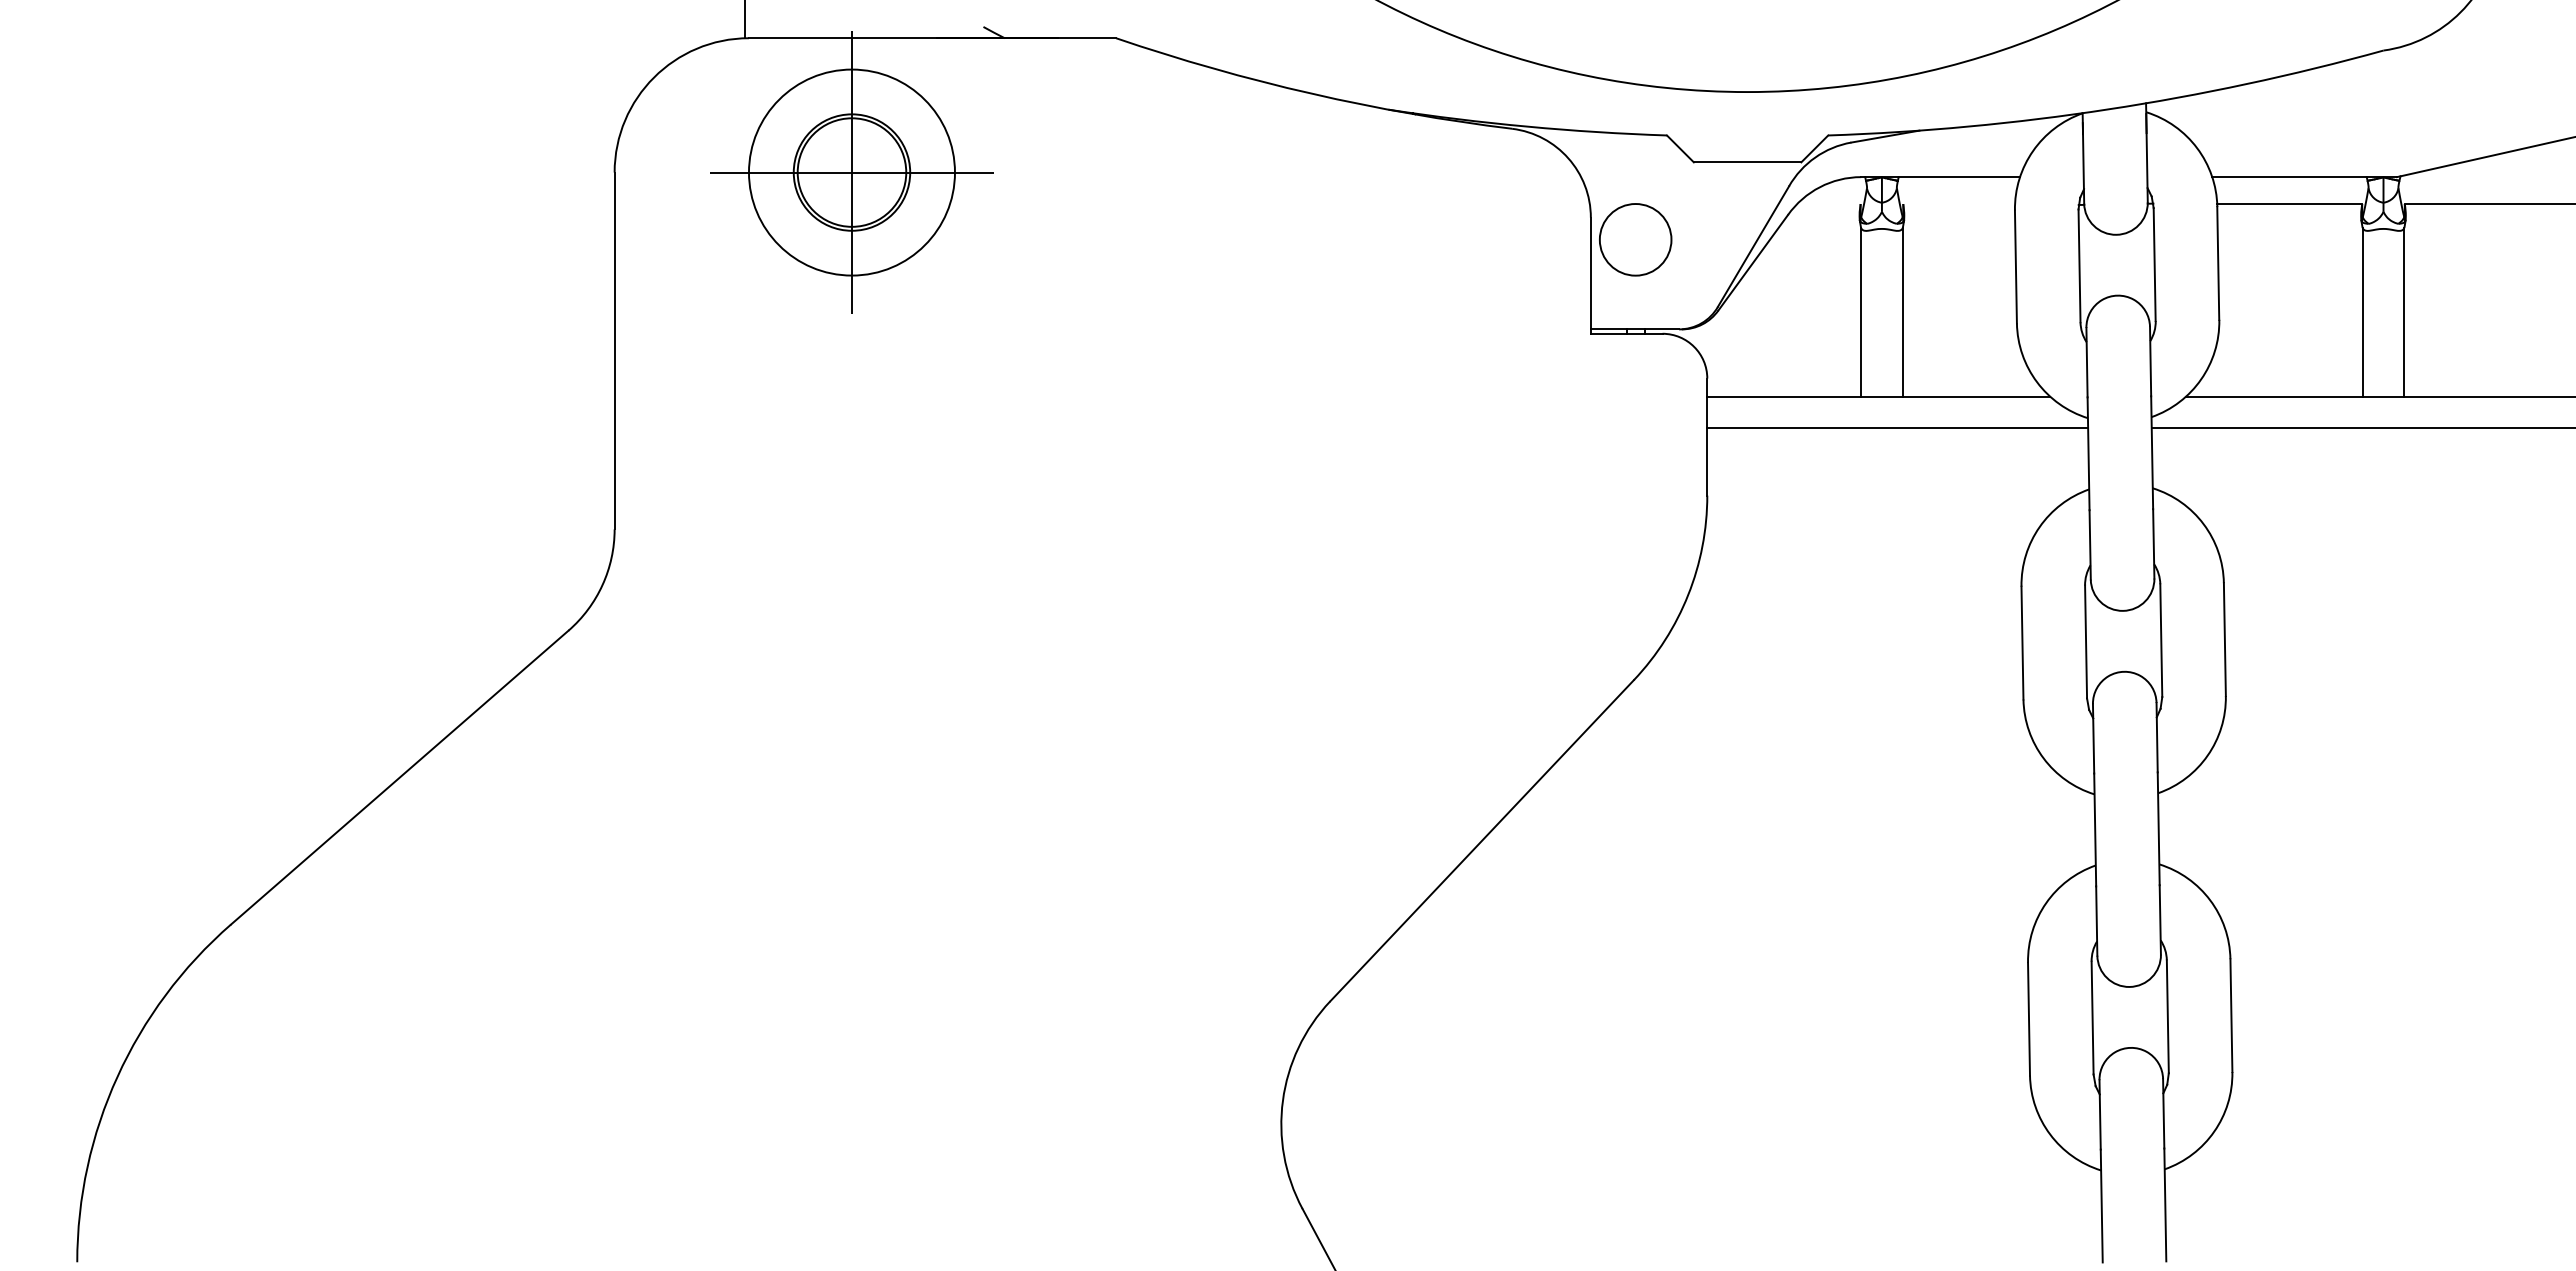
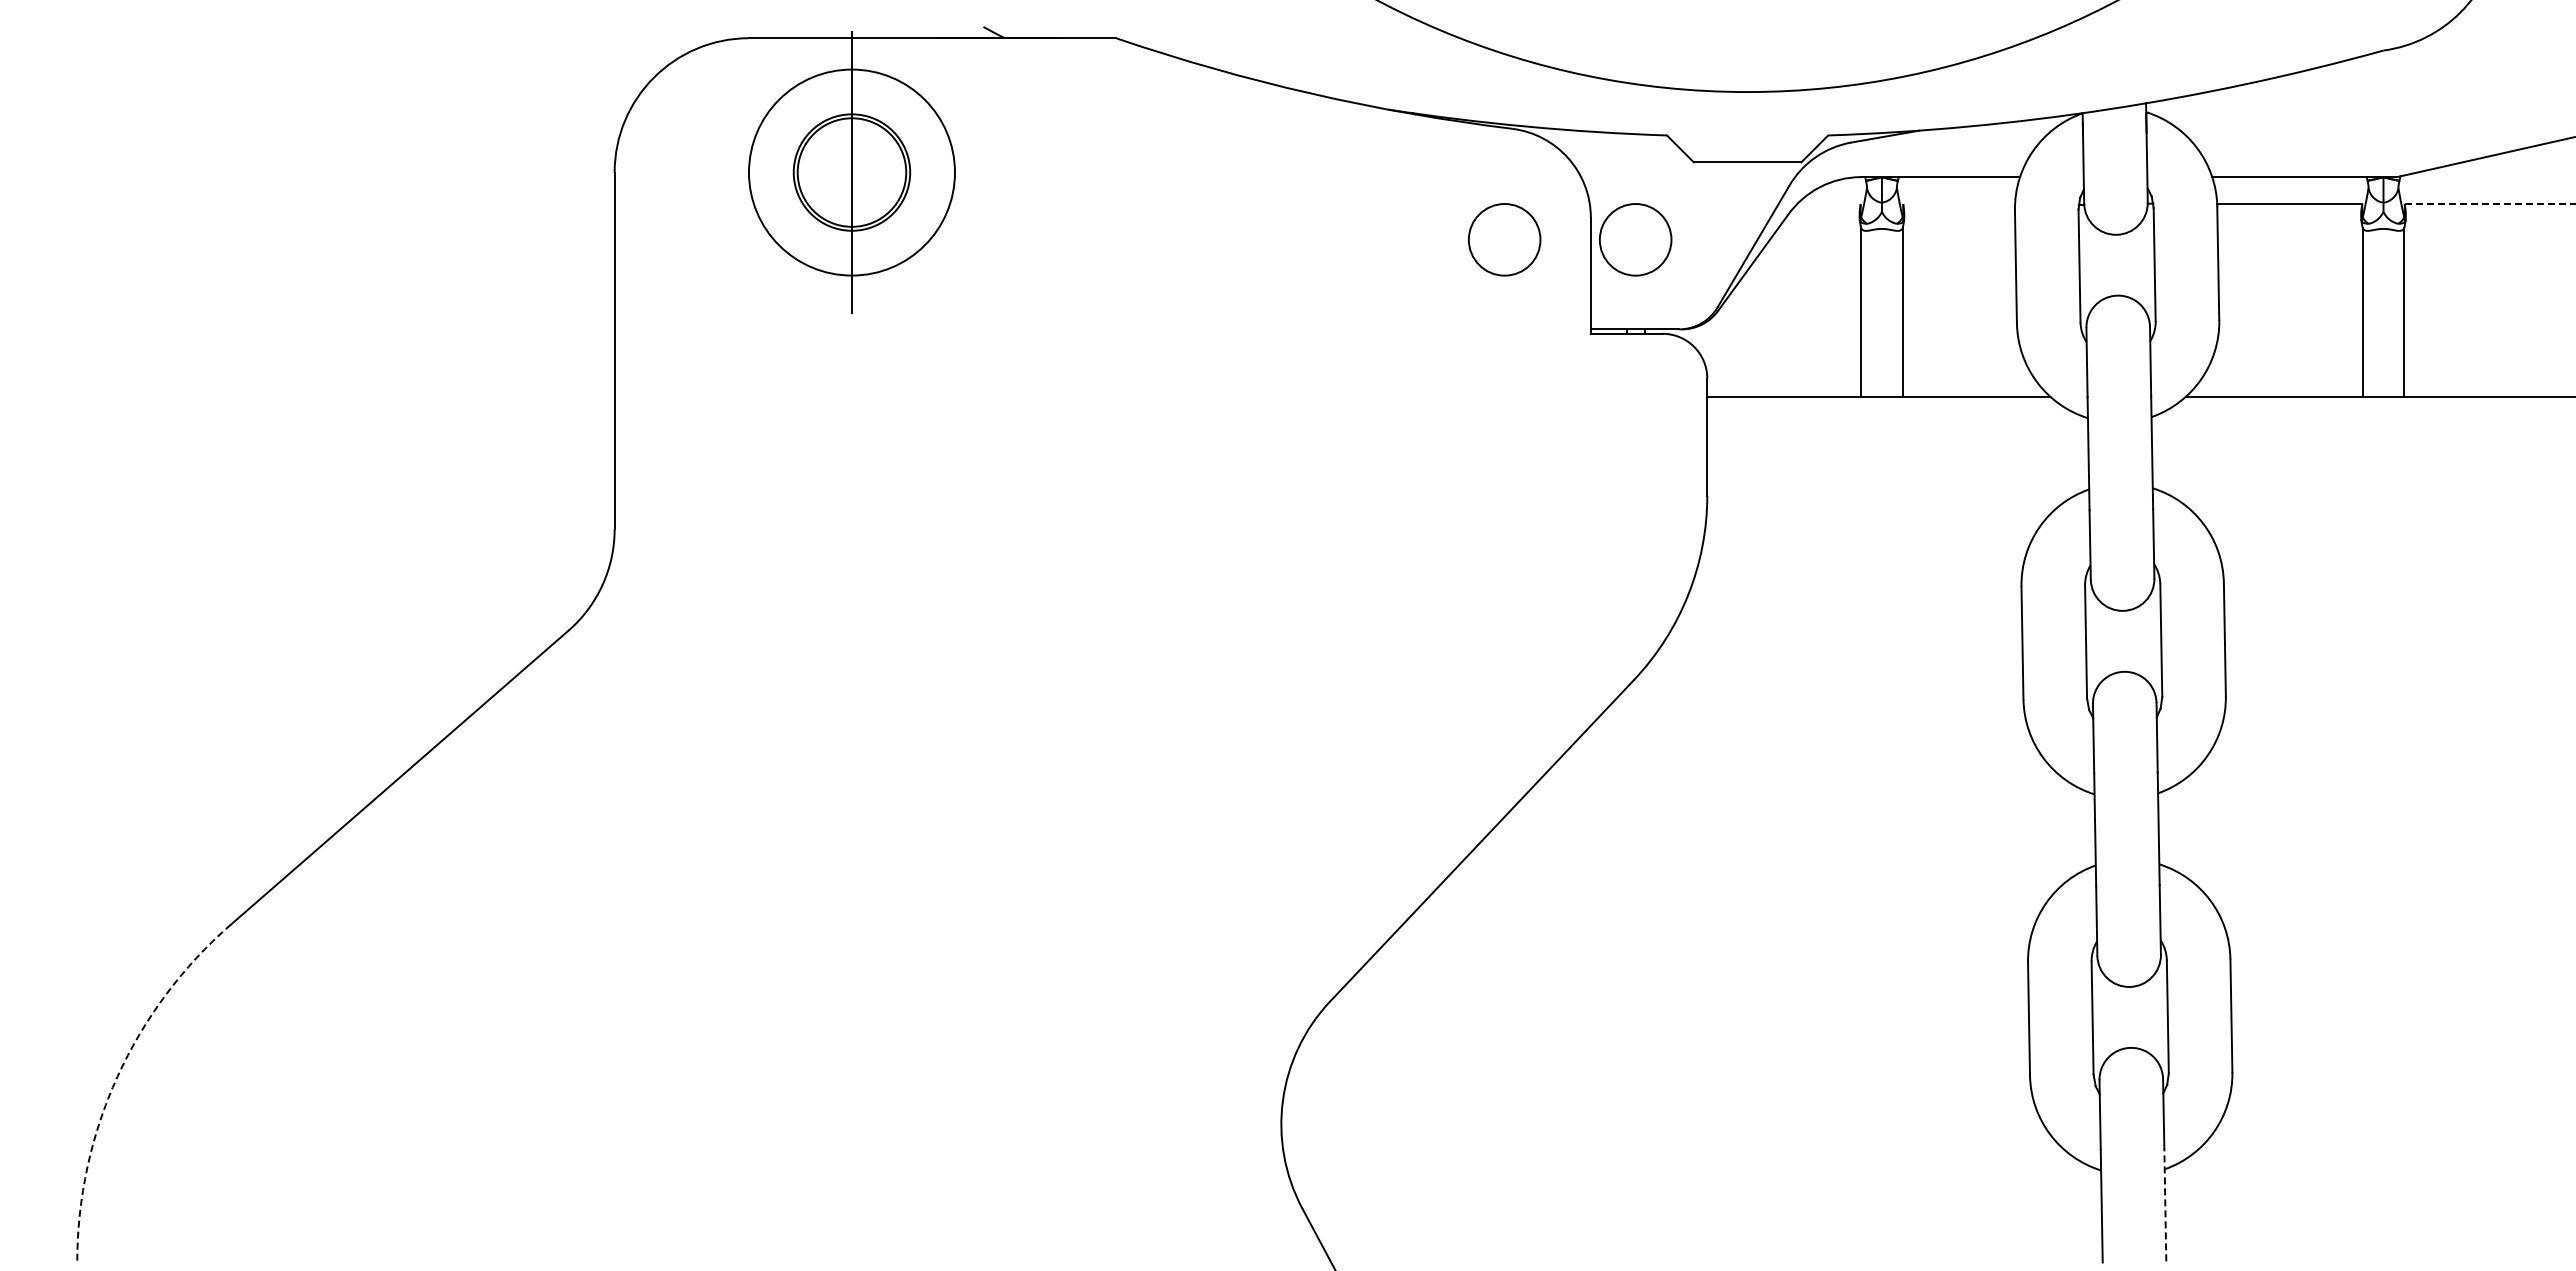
line at (744, 20): present -> none
line at (851, 172): present -> none
line at (2490, 204): solid -> dashed
circle at (1504, 239): none -> present
line at (1897, 427): present -> none
line at (2361, 427): present -> none
arc at (117, 1076): solid -> dashed
line at (2165, 1204): solid -> dashed
